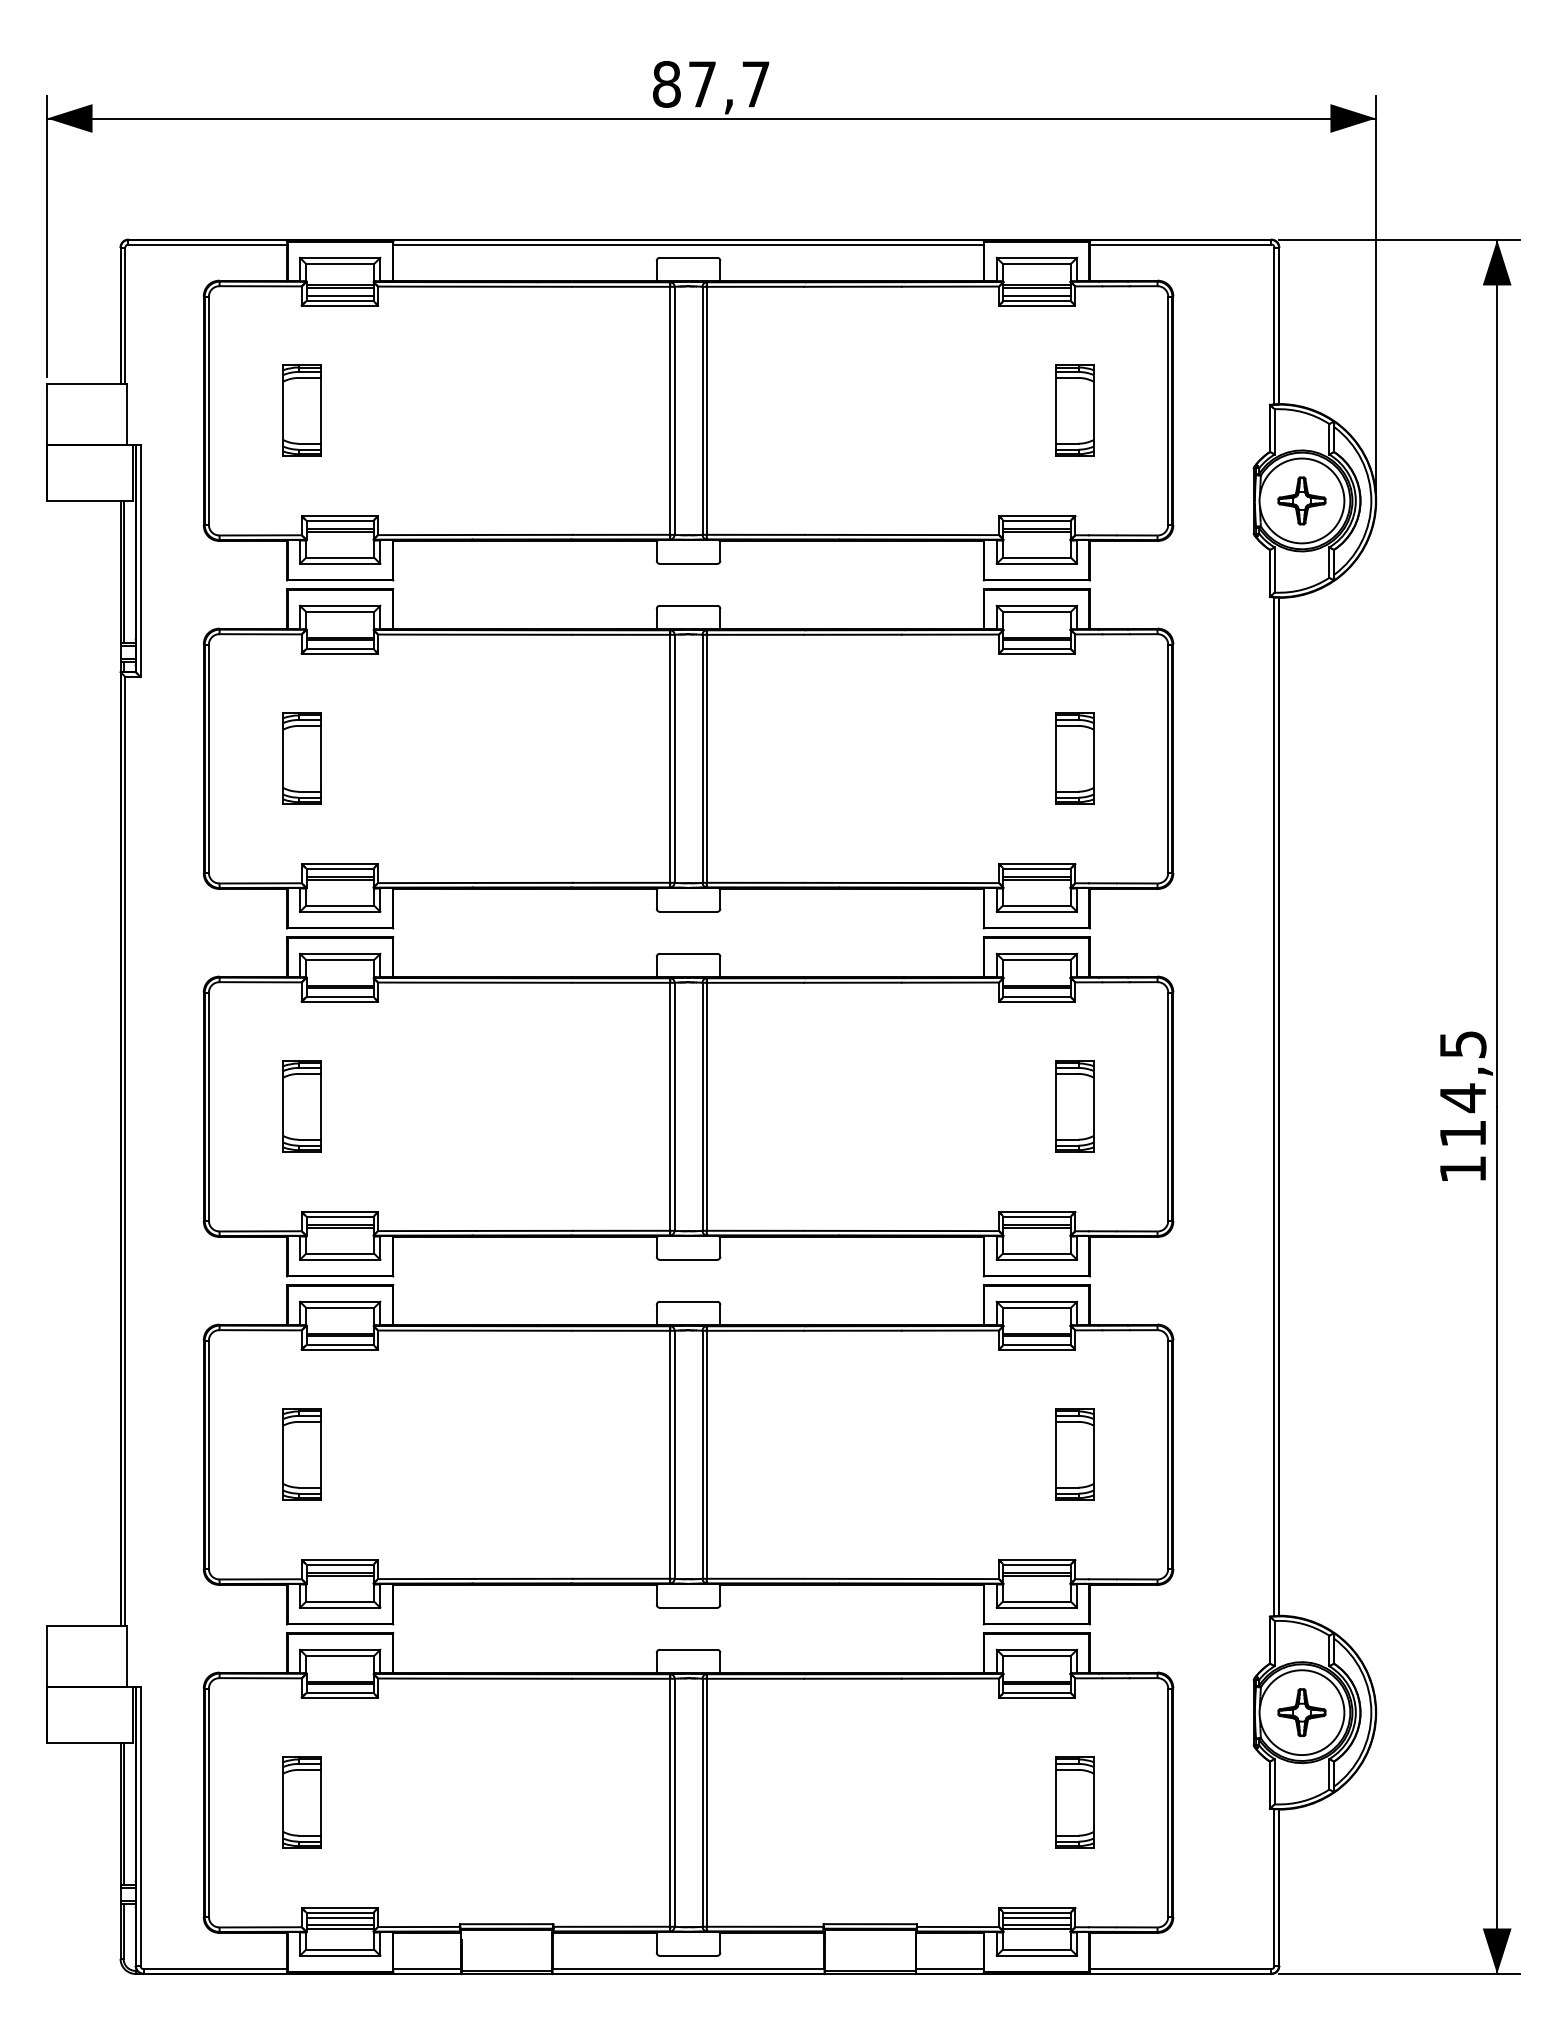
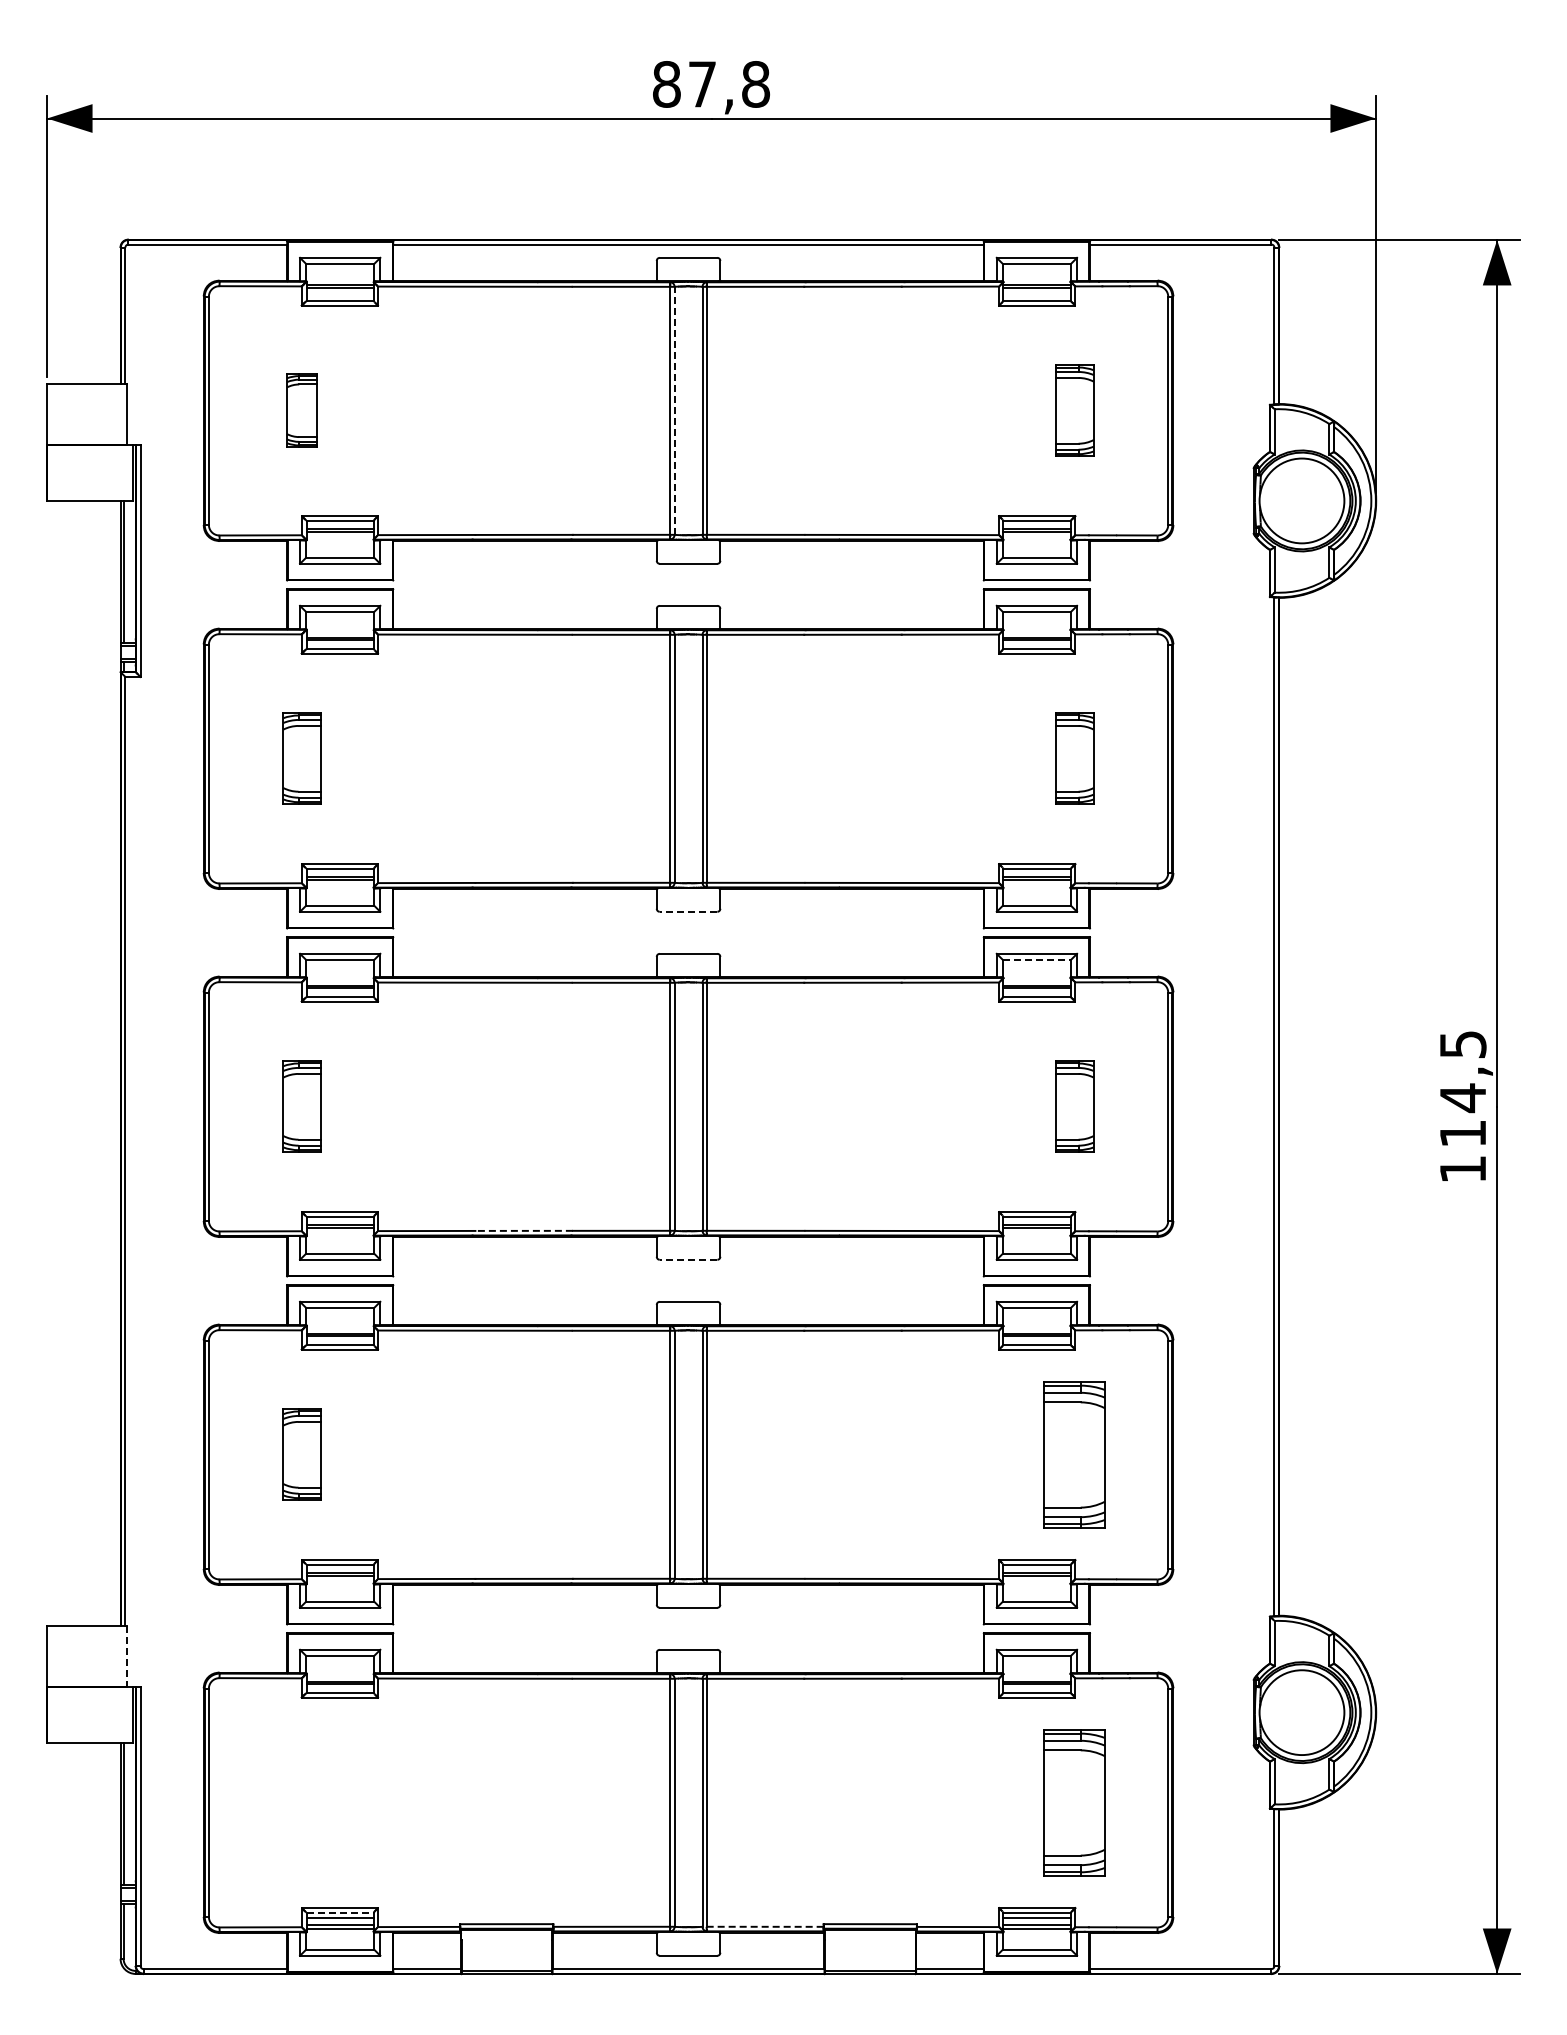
text at (756, 84): 87,7 -> 87,8
line at (339, 295): present -> none
line at (1036, 295): present -> none
part at (301, 410) size: 40x93 px -> 32x75 px
line at (674, 410): solid -> dashed
part at (1301, 500): present -> none
line at (688, 911): solid -> dashed
line at (1037, 959): solid -> dashed
line at (524, 1230): solid -> dashed
line at (688, 1259): solid -> dashed
part at (1074, 1454) size: 40x93 px -> 63x148 px
line at (126, 1657): solid -> dashed
part at (1301, 1712): present -> none
part at (301, 1802): present -> none
part at (1074, 1802) size: 40x93 px -> 63x148 px
line at (340, 1912): solid -> dashed
line at (763, 1926): solid -> dashed
